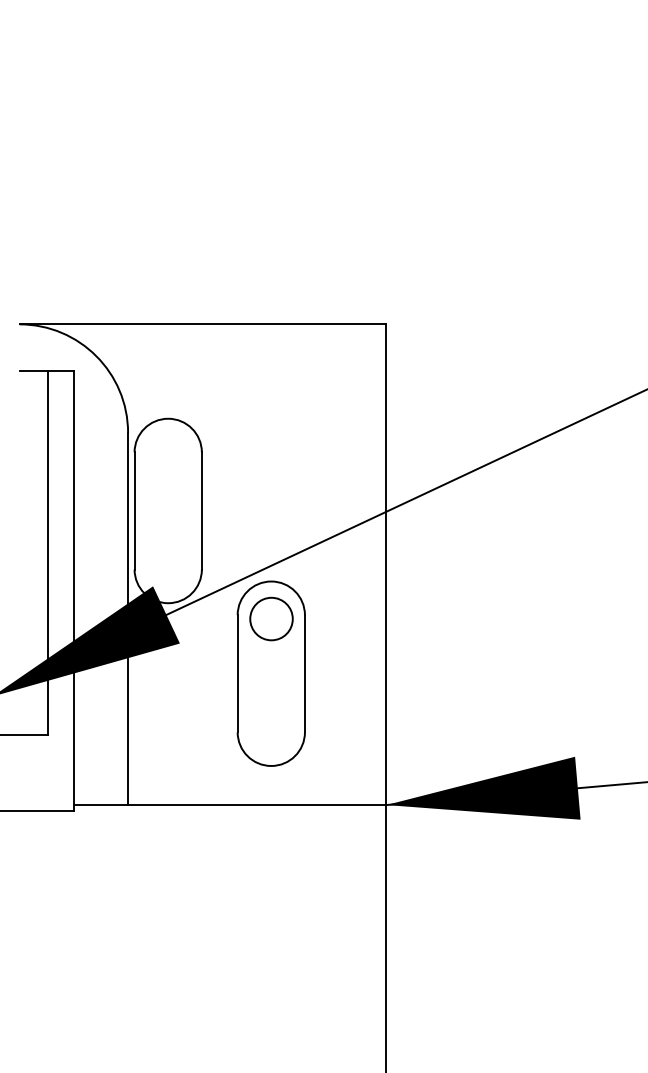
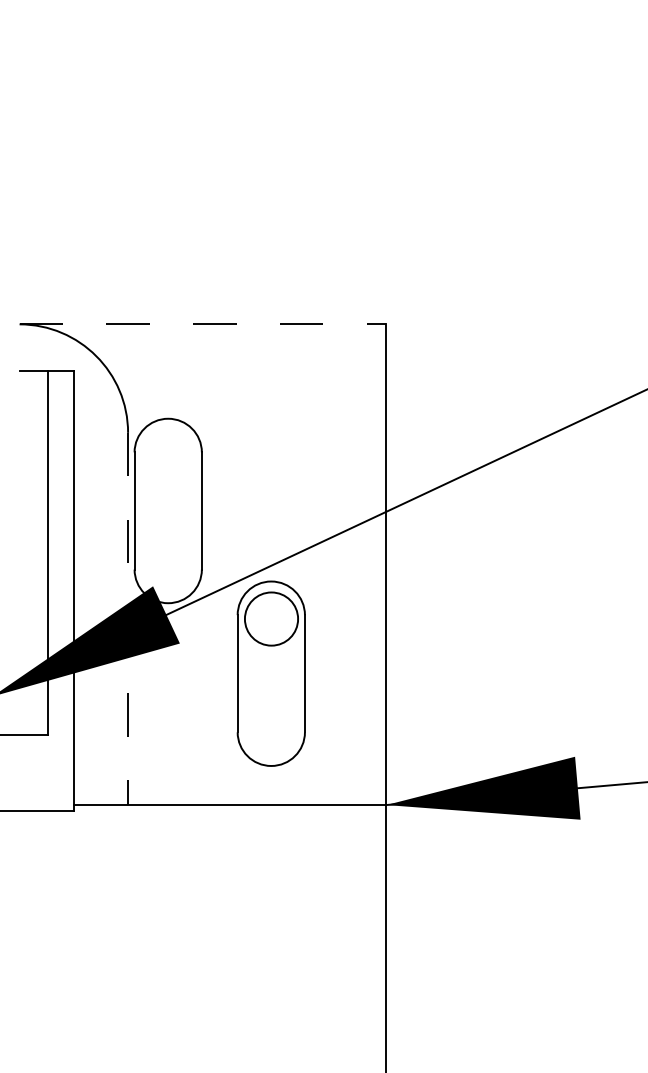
line at (203, 324): solid -> dashed
circle at (271, 618) diameter: 43 px -> 53 px
line at (128, 619): solid -> dashed
